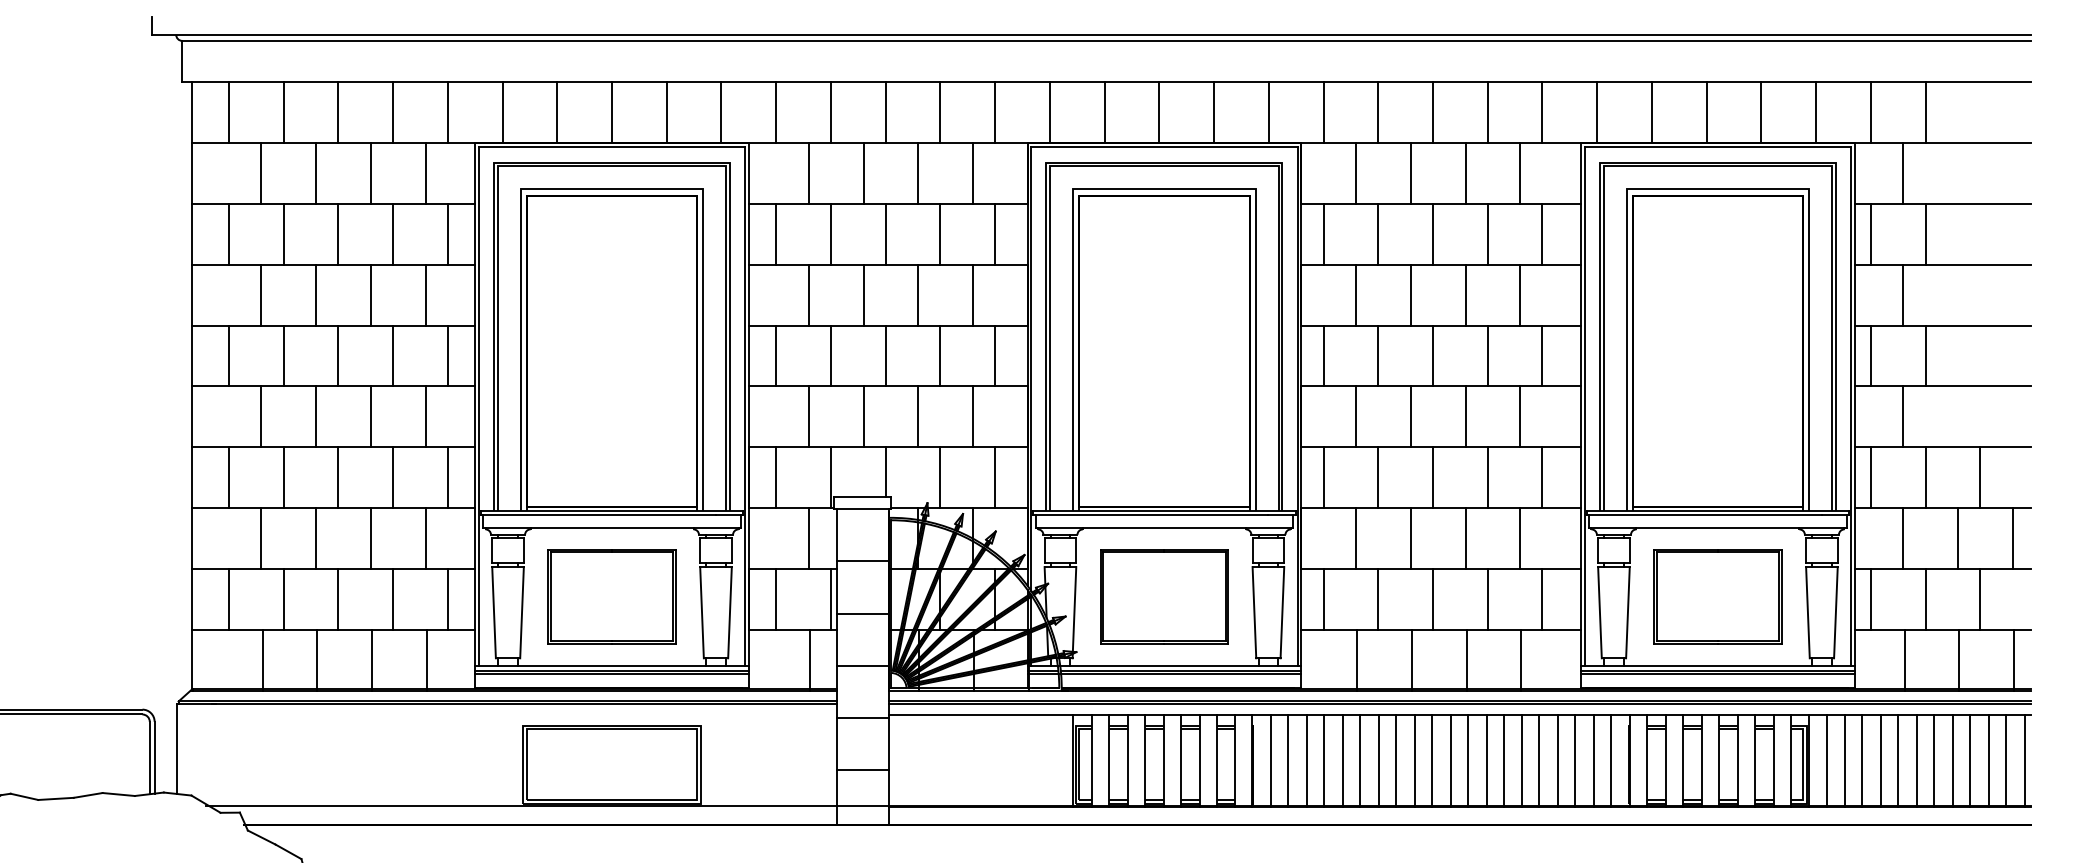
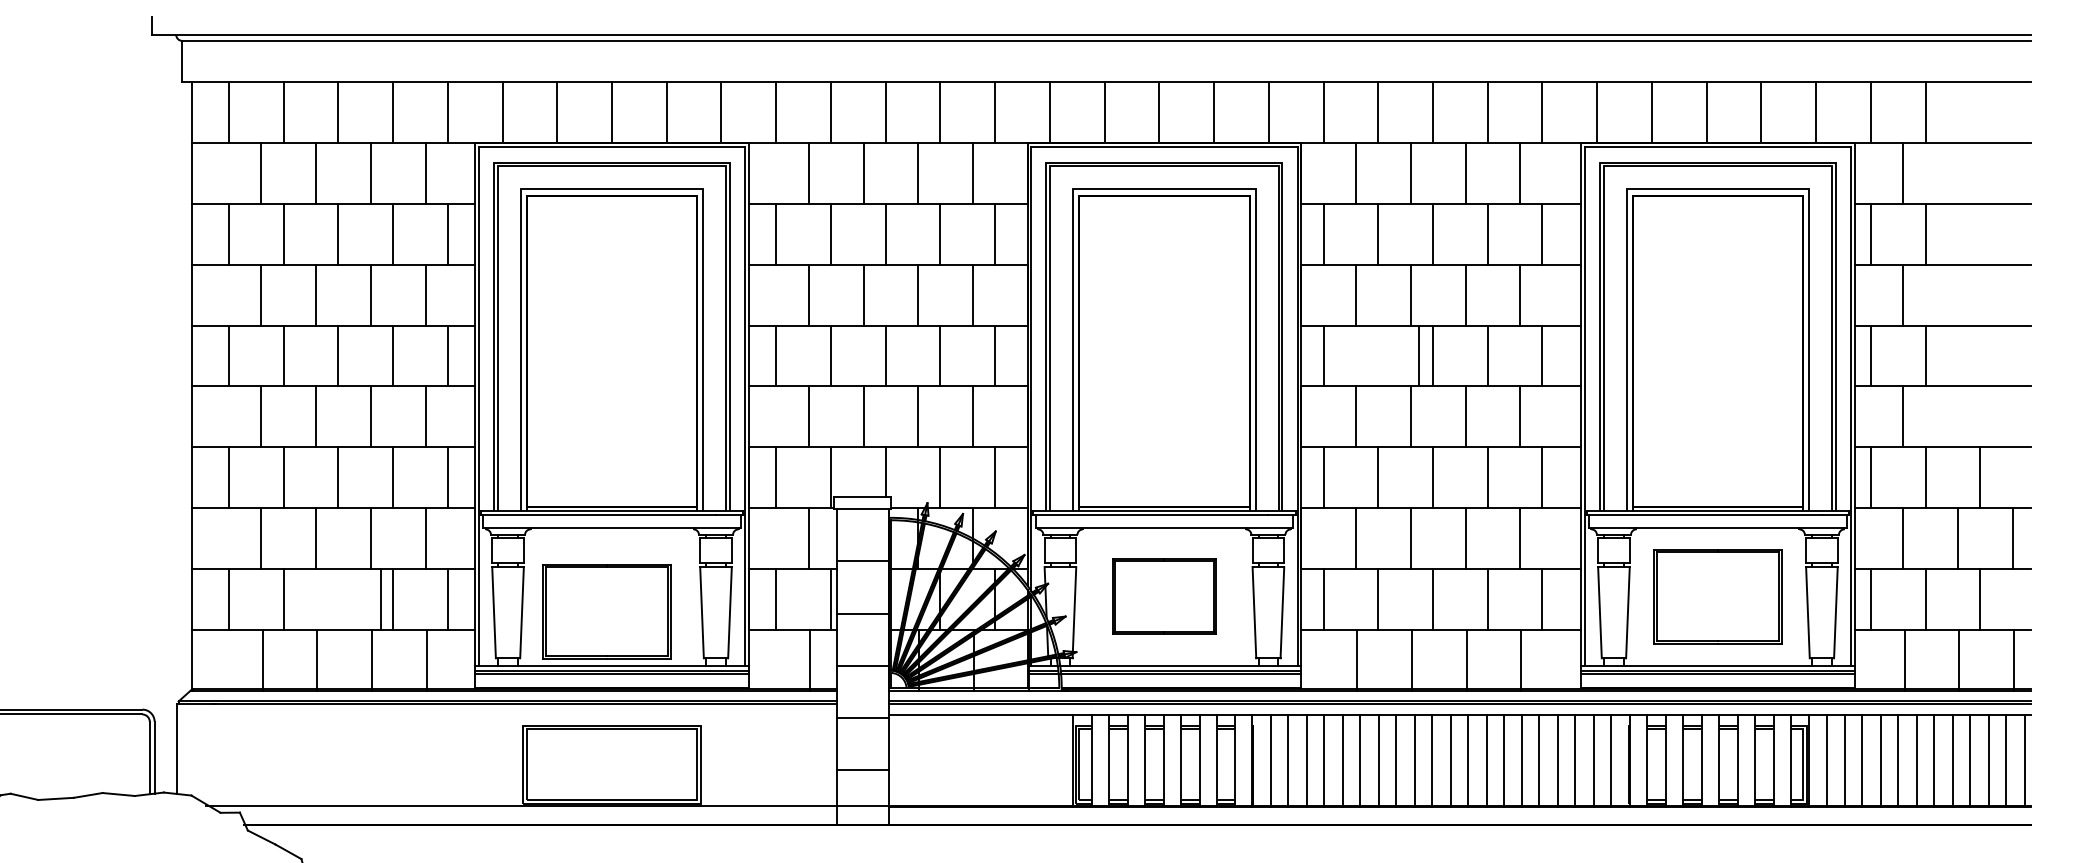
line at (1378, 355) position: (1378, 355) -> (1419, 355)
part at (611, 596) position: (611, 596) -> (606, 611)
part at (1164, 596) size: 129x96 px -> 105x77 px
line at (338, 598) position: (338, 598) -> (381, 598)
